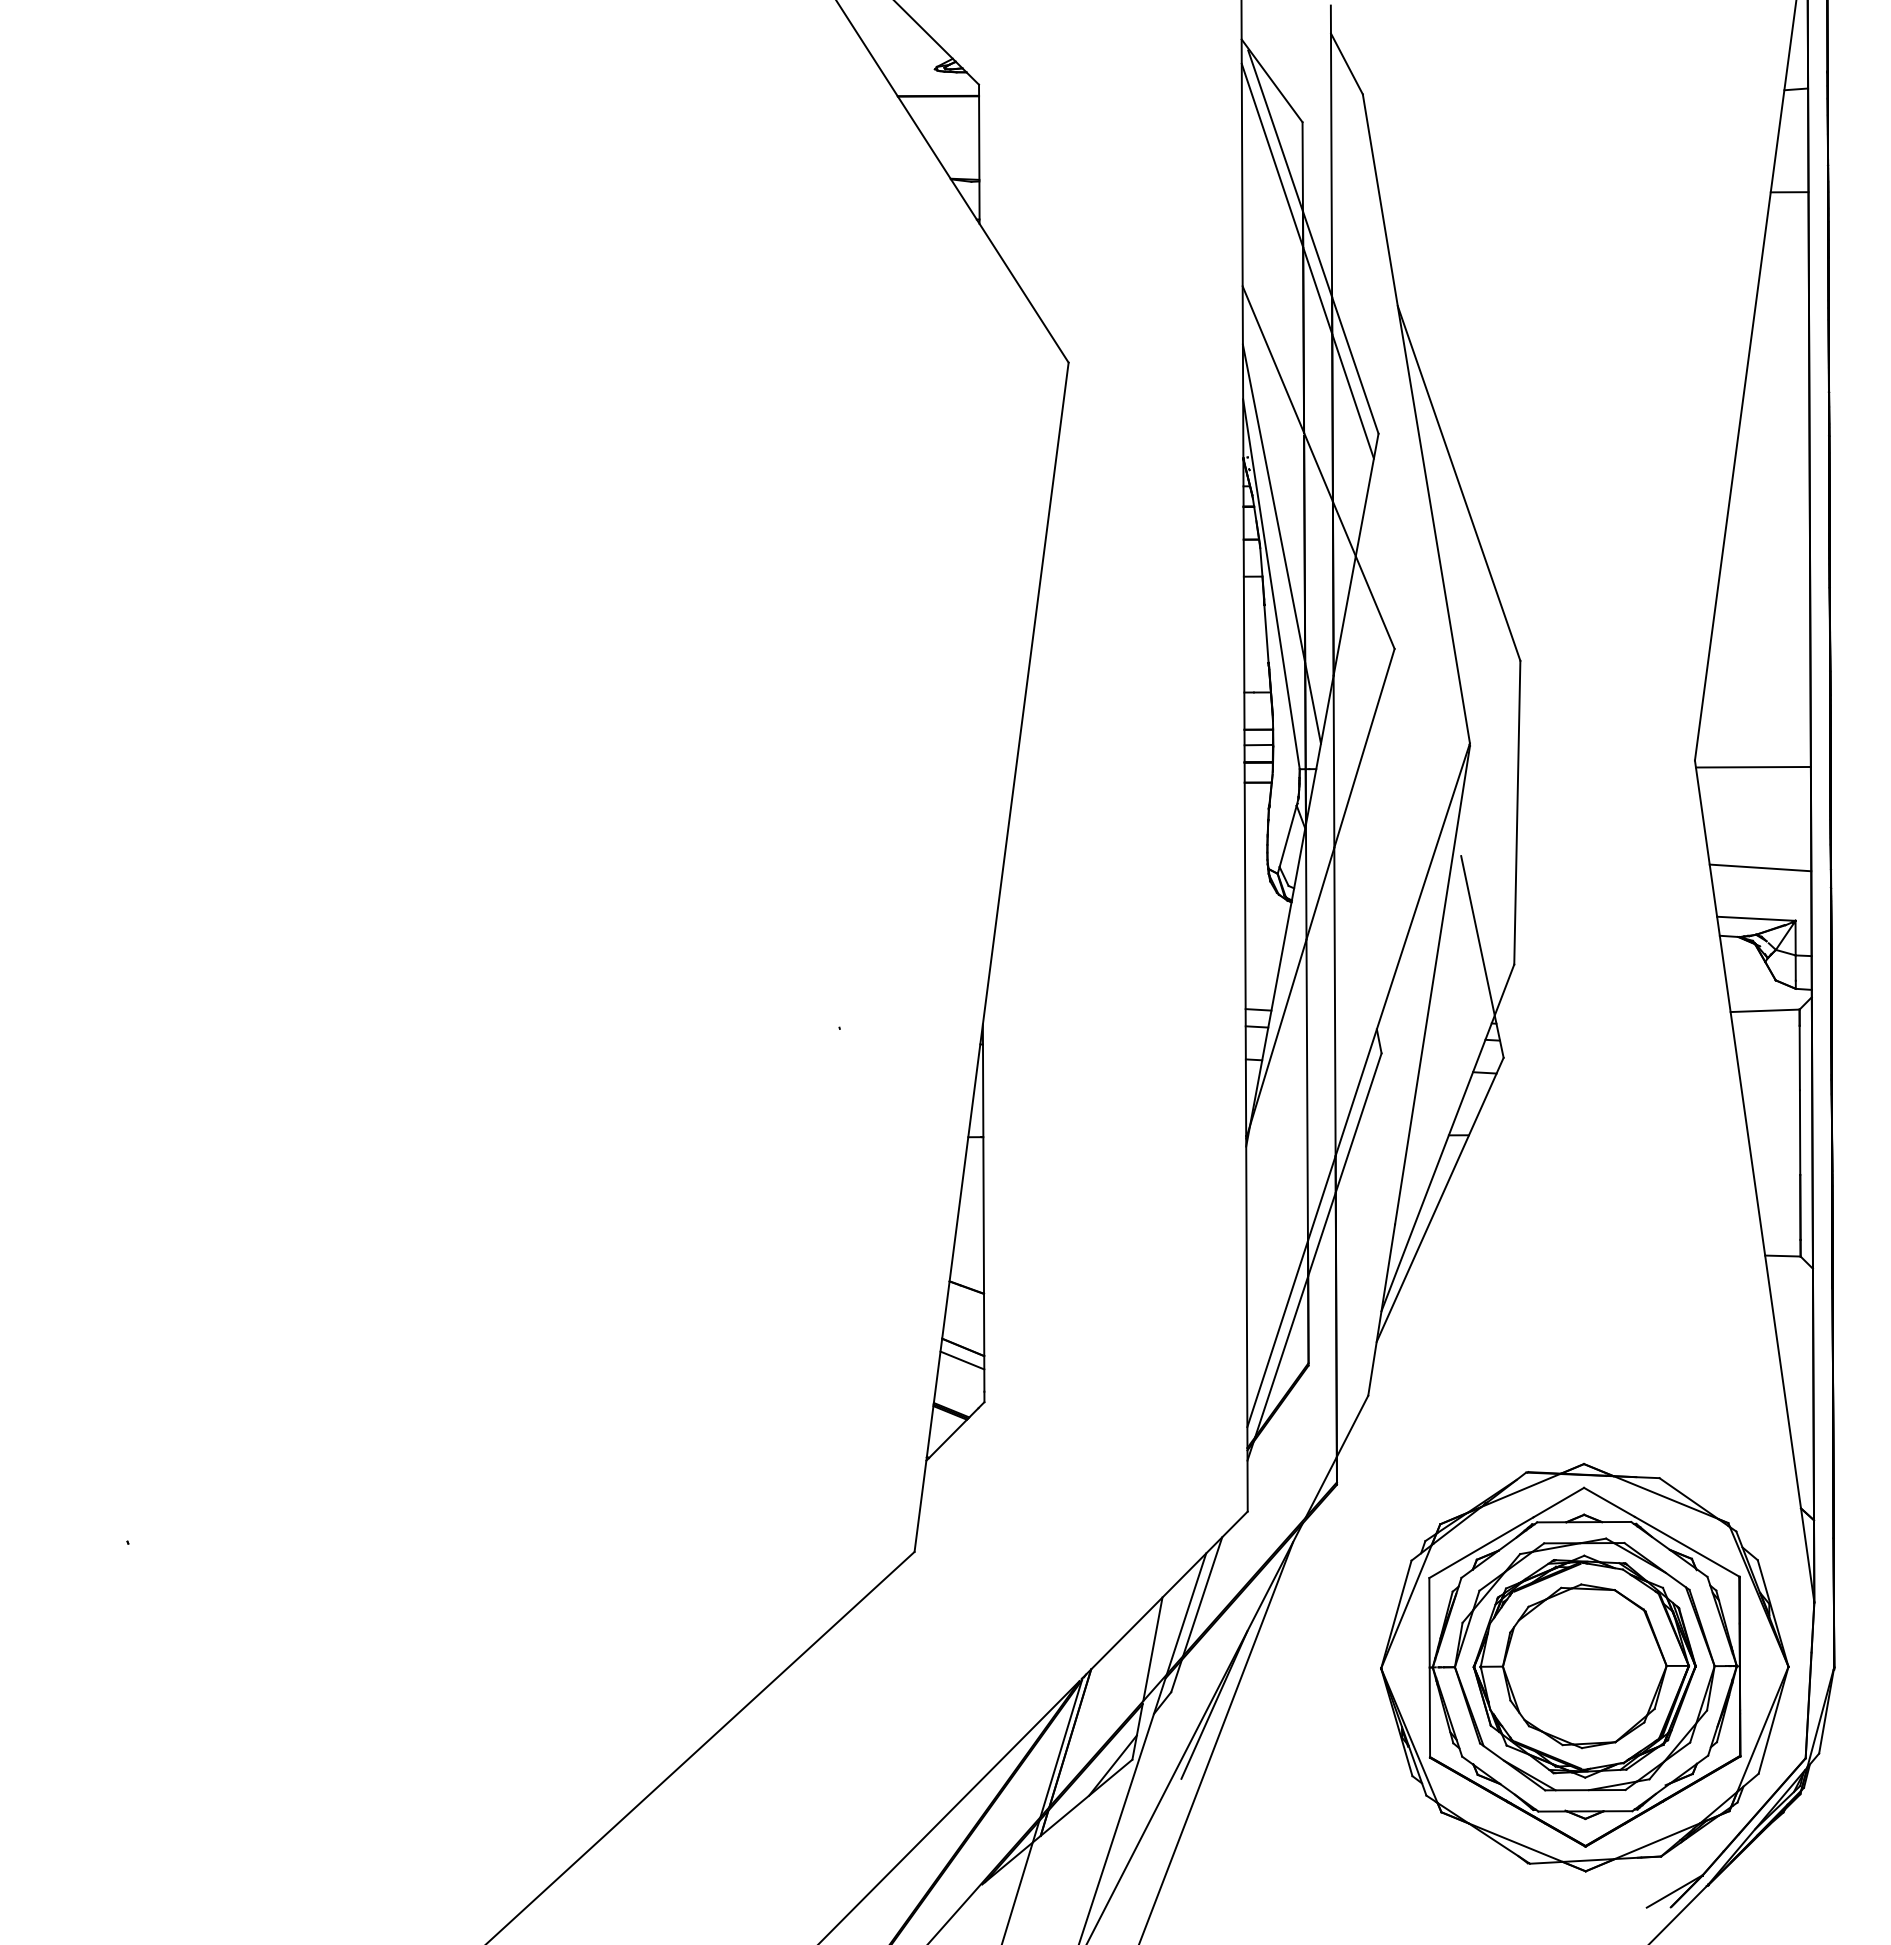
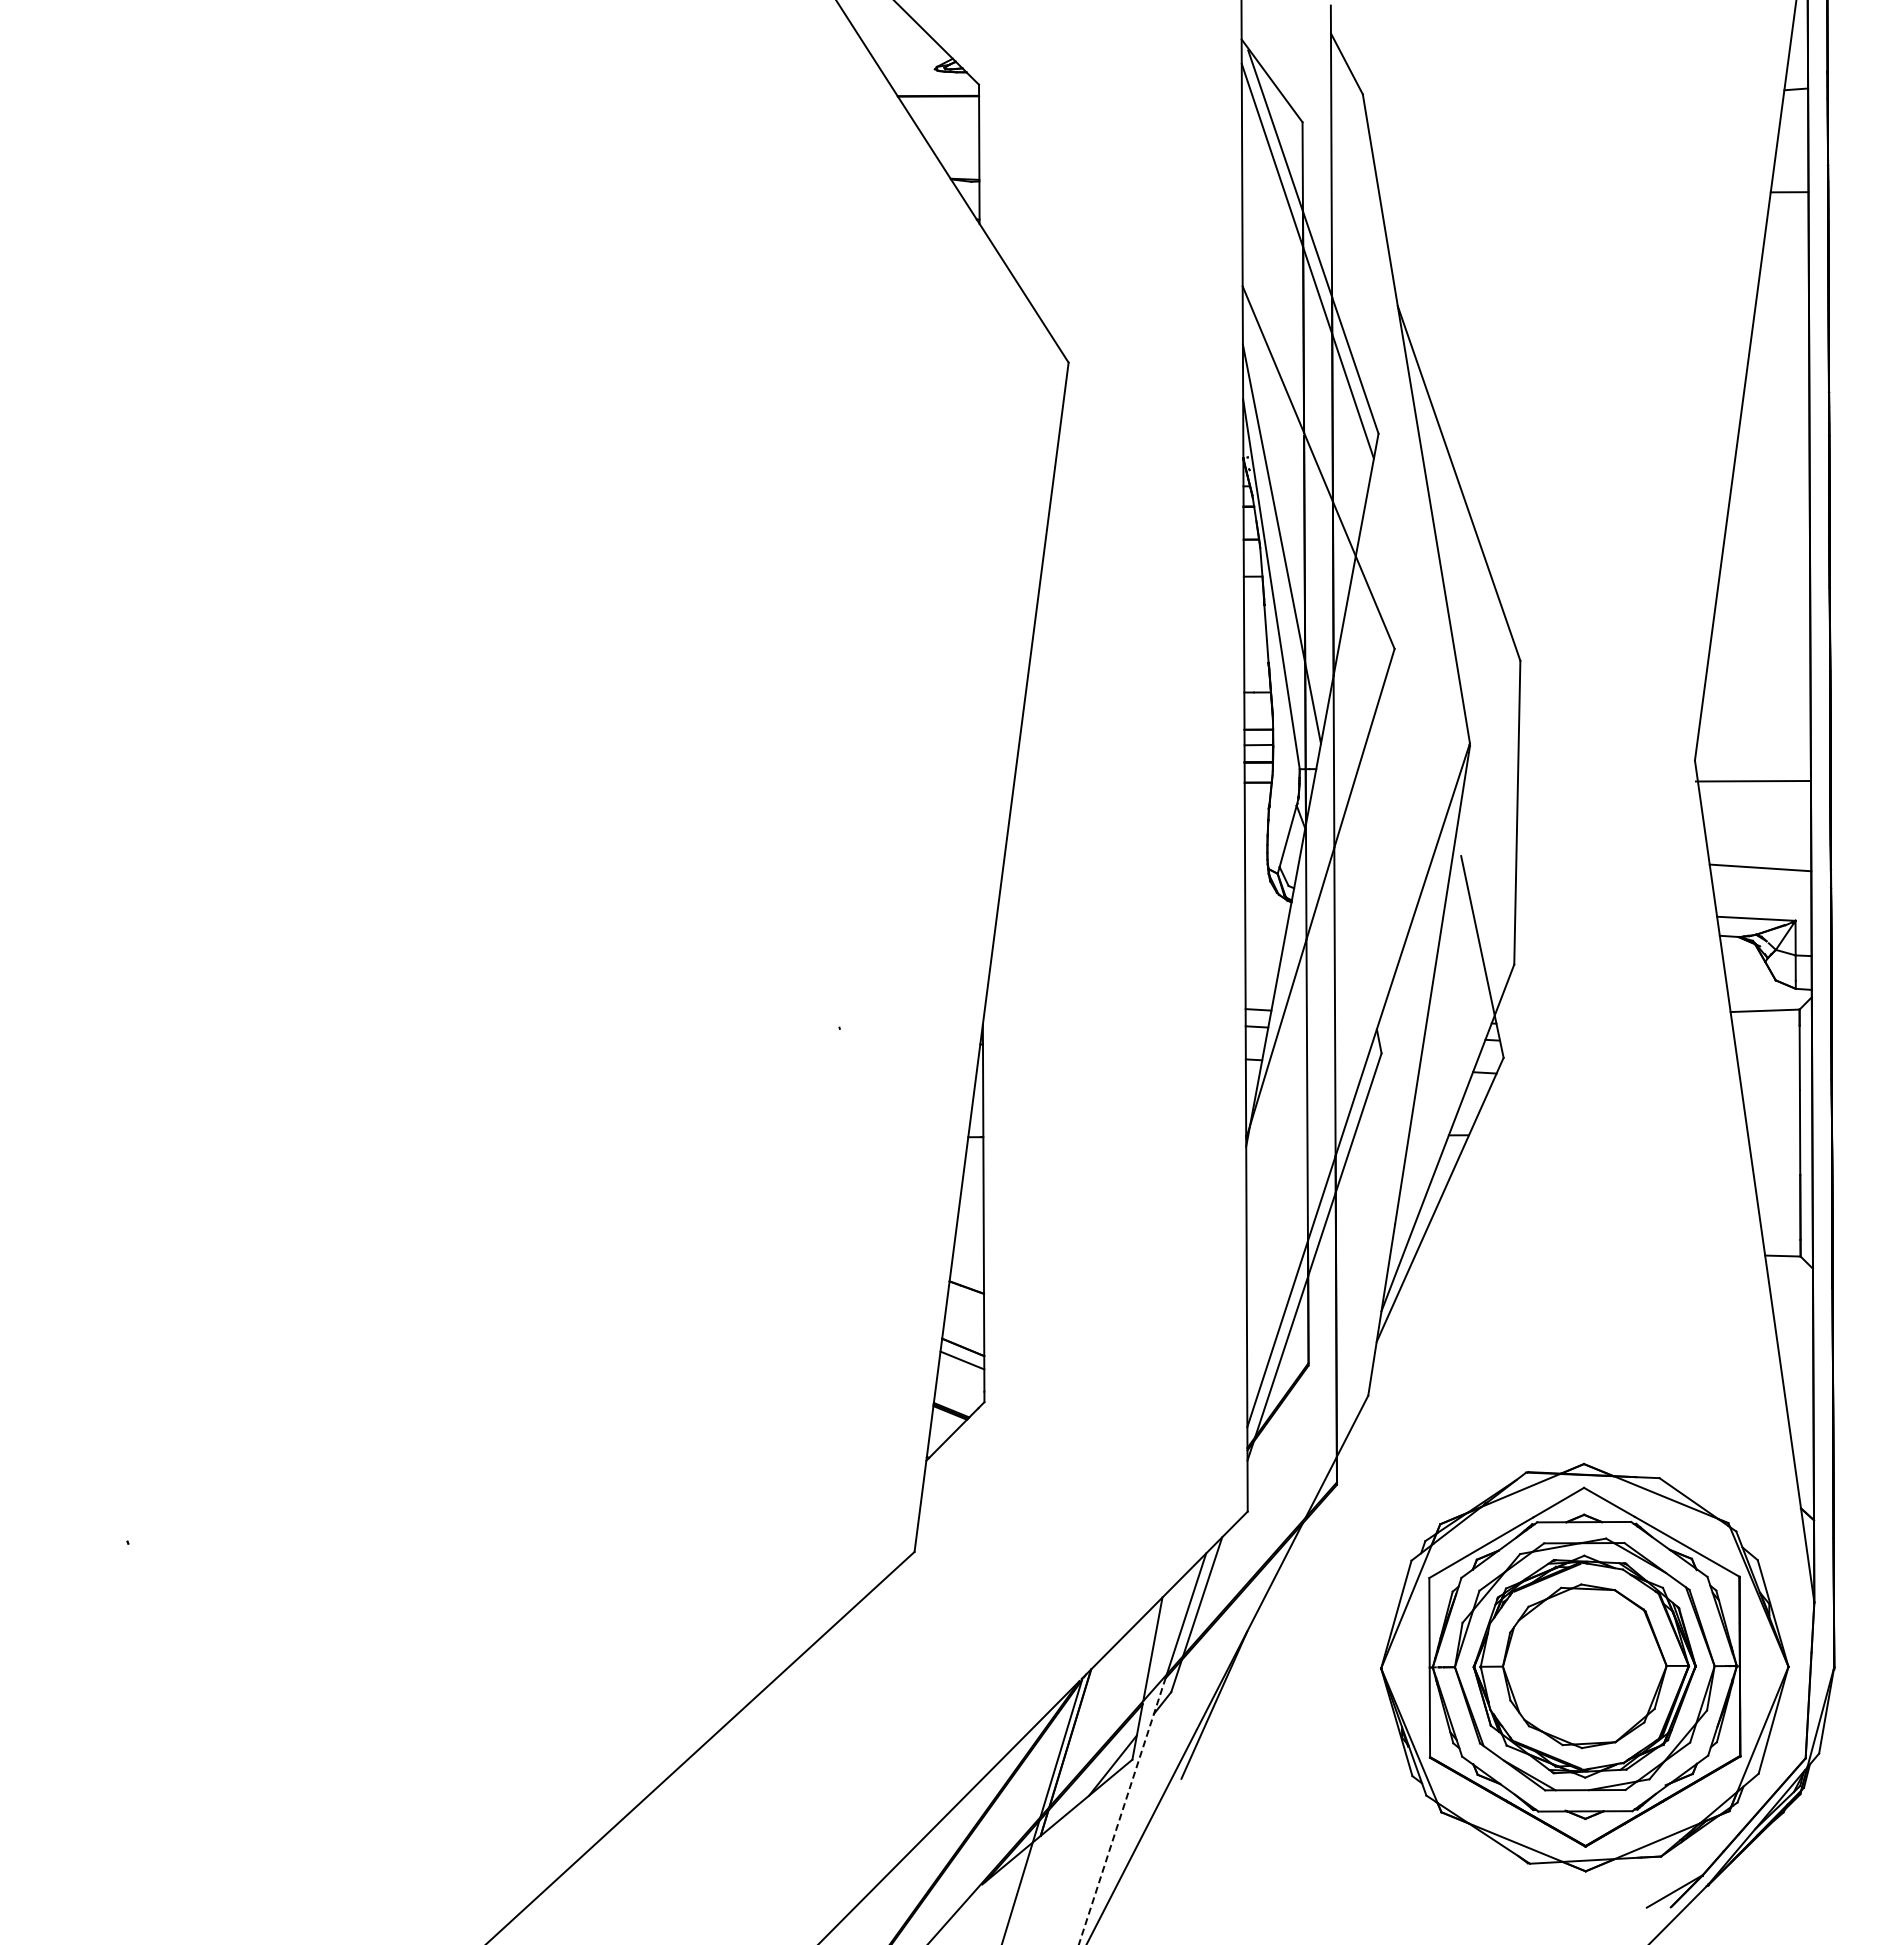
line at (1752, 766) position: (1752, 766) -> (1752, 780)
line at (1216, 1741): present -> none
line at (1122, 1811): solid -> dashed
